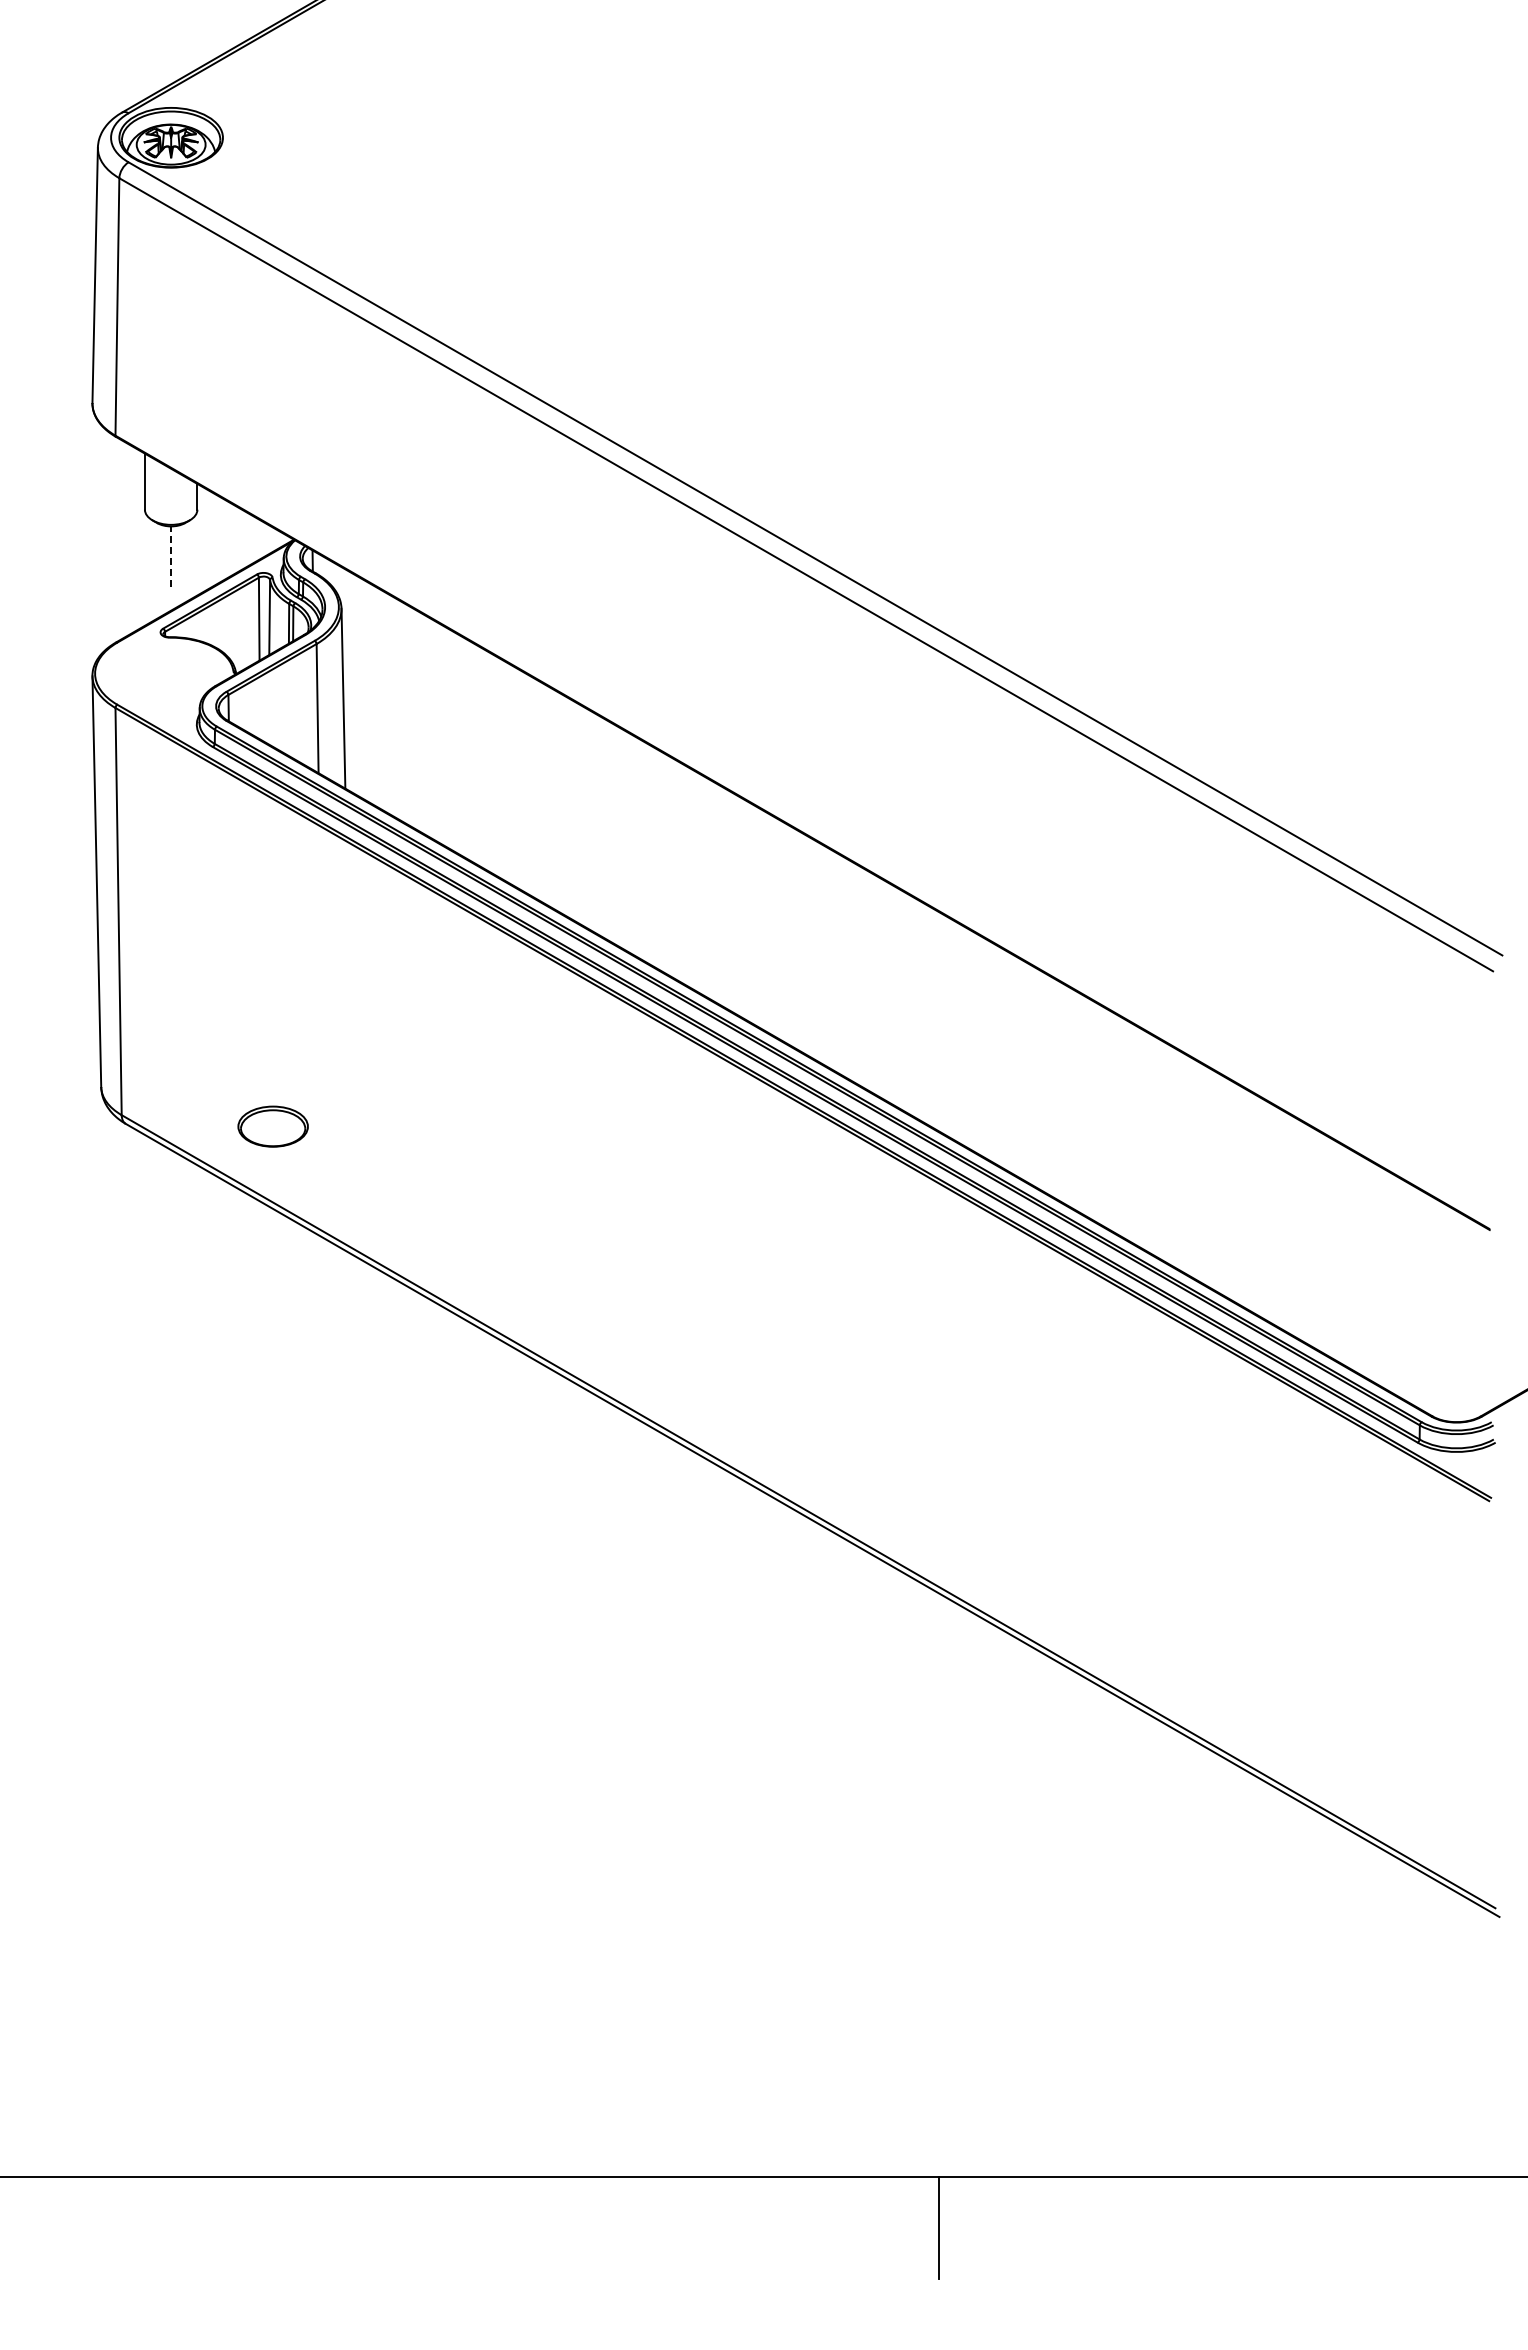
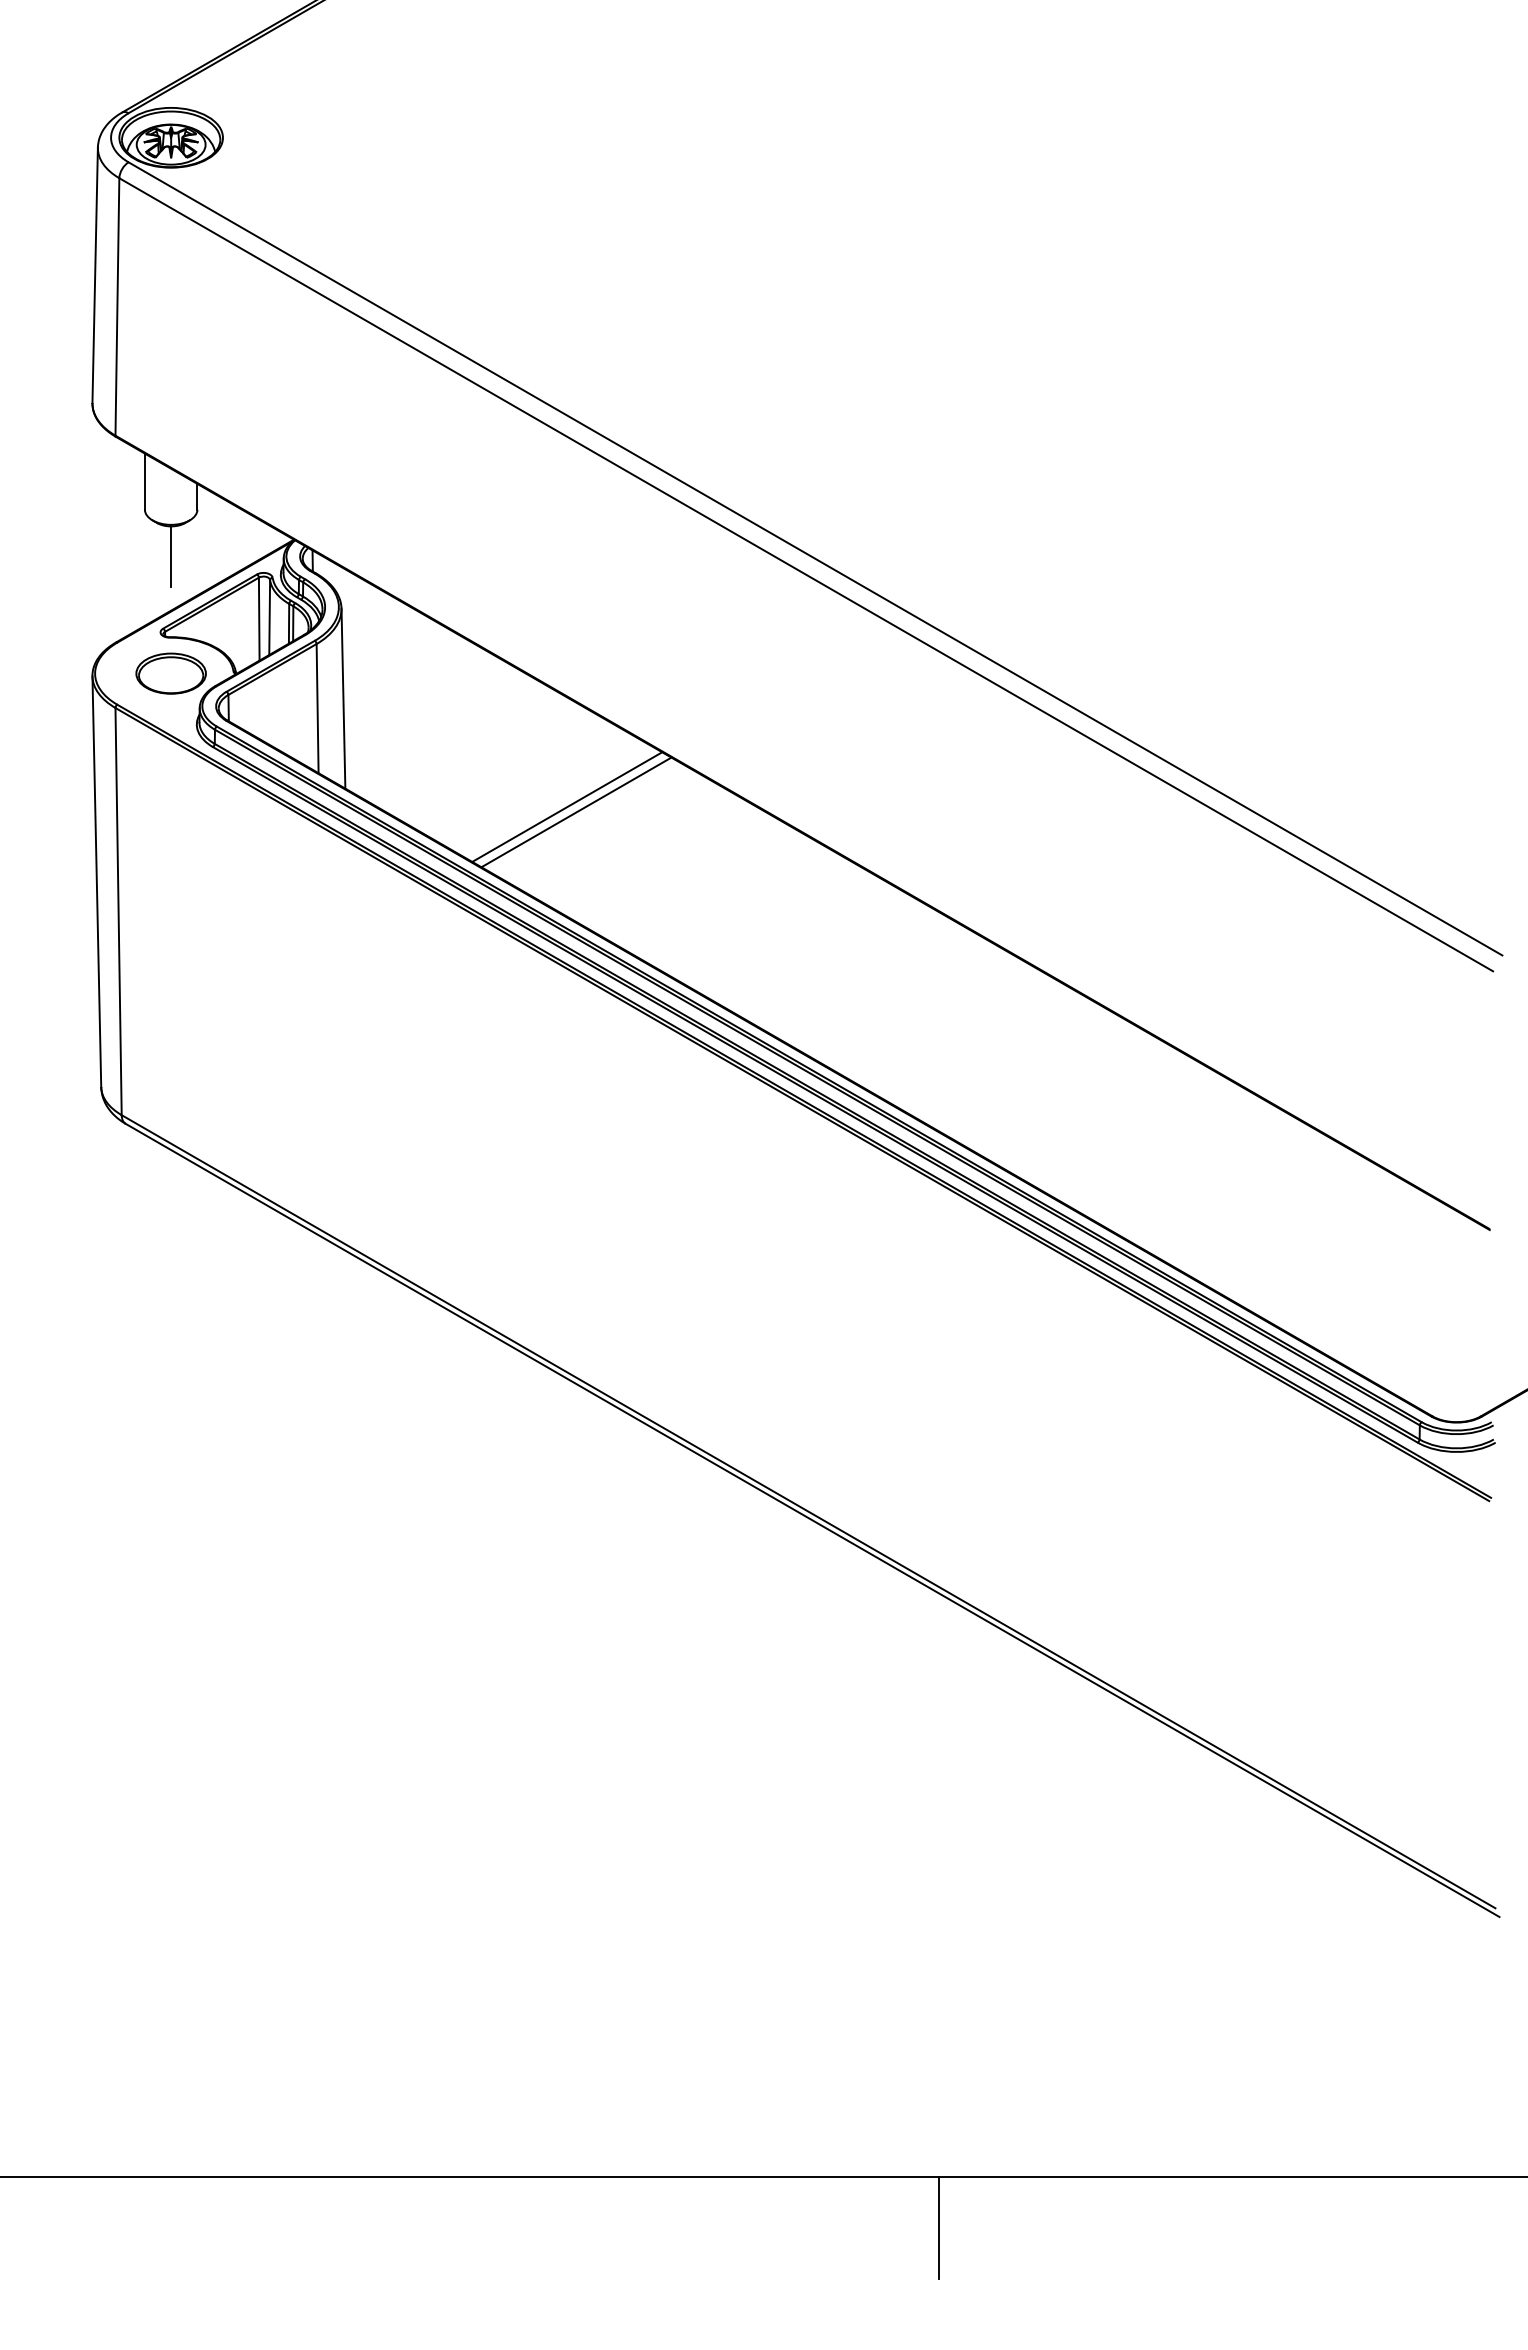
line at (171, 555): dashed -> solid
line at (567, 806): none -> present
line at (576, 812): none -> present
part at (272, 1126) position: (272, 1126) -> (170, 673)
